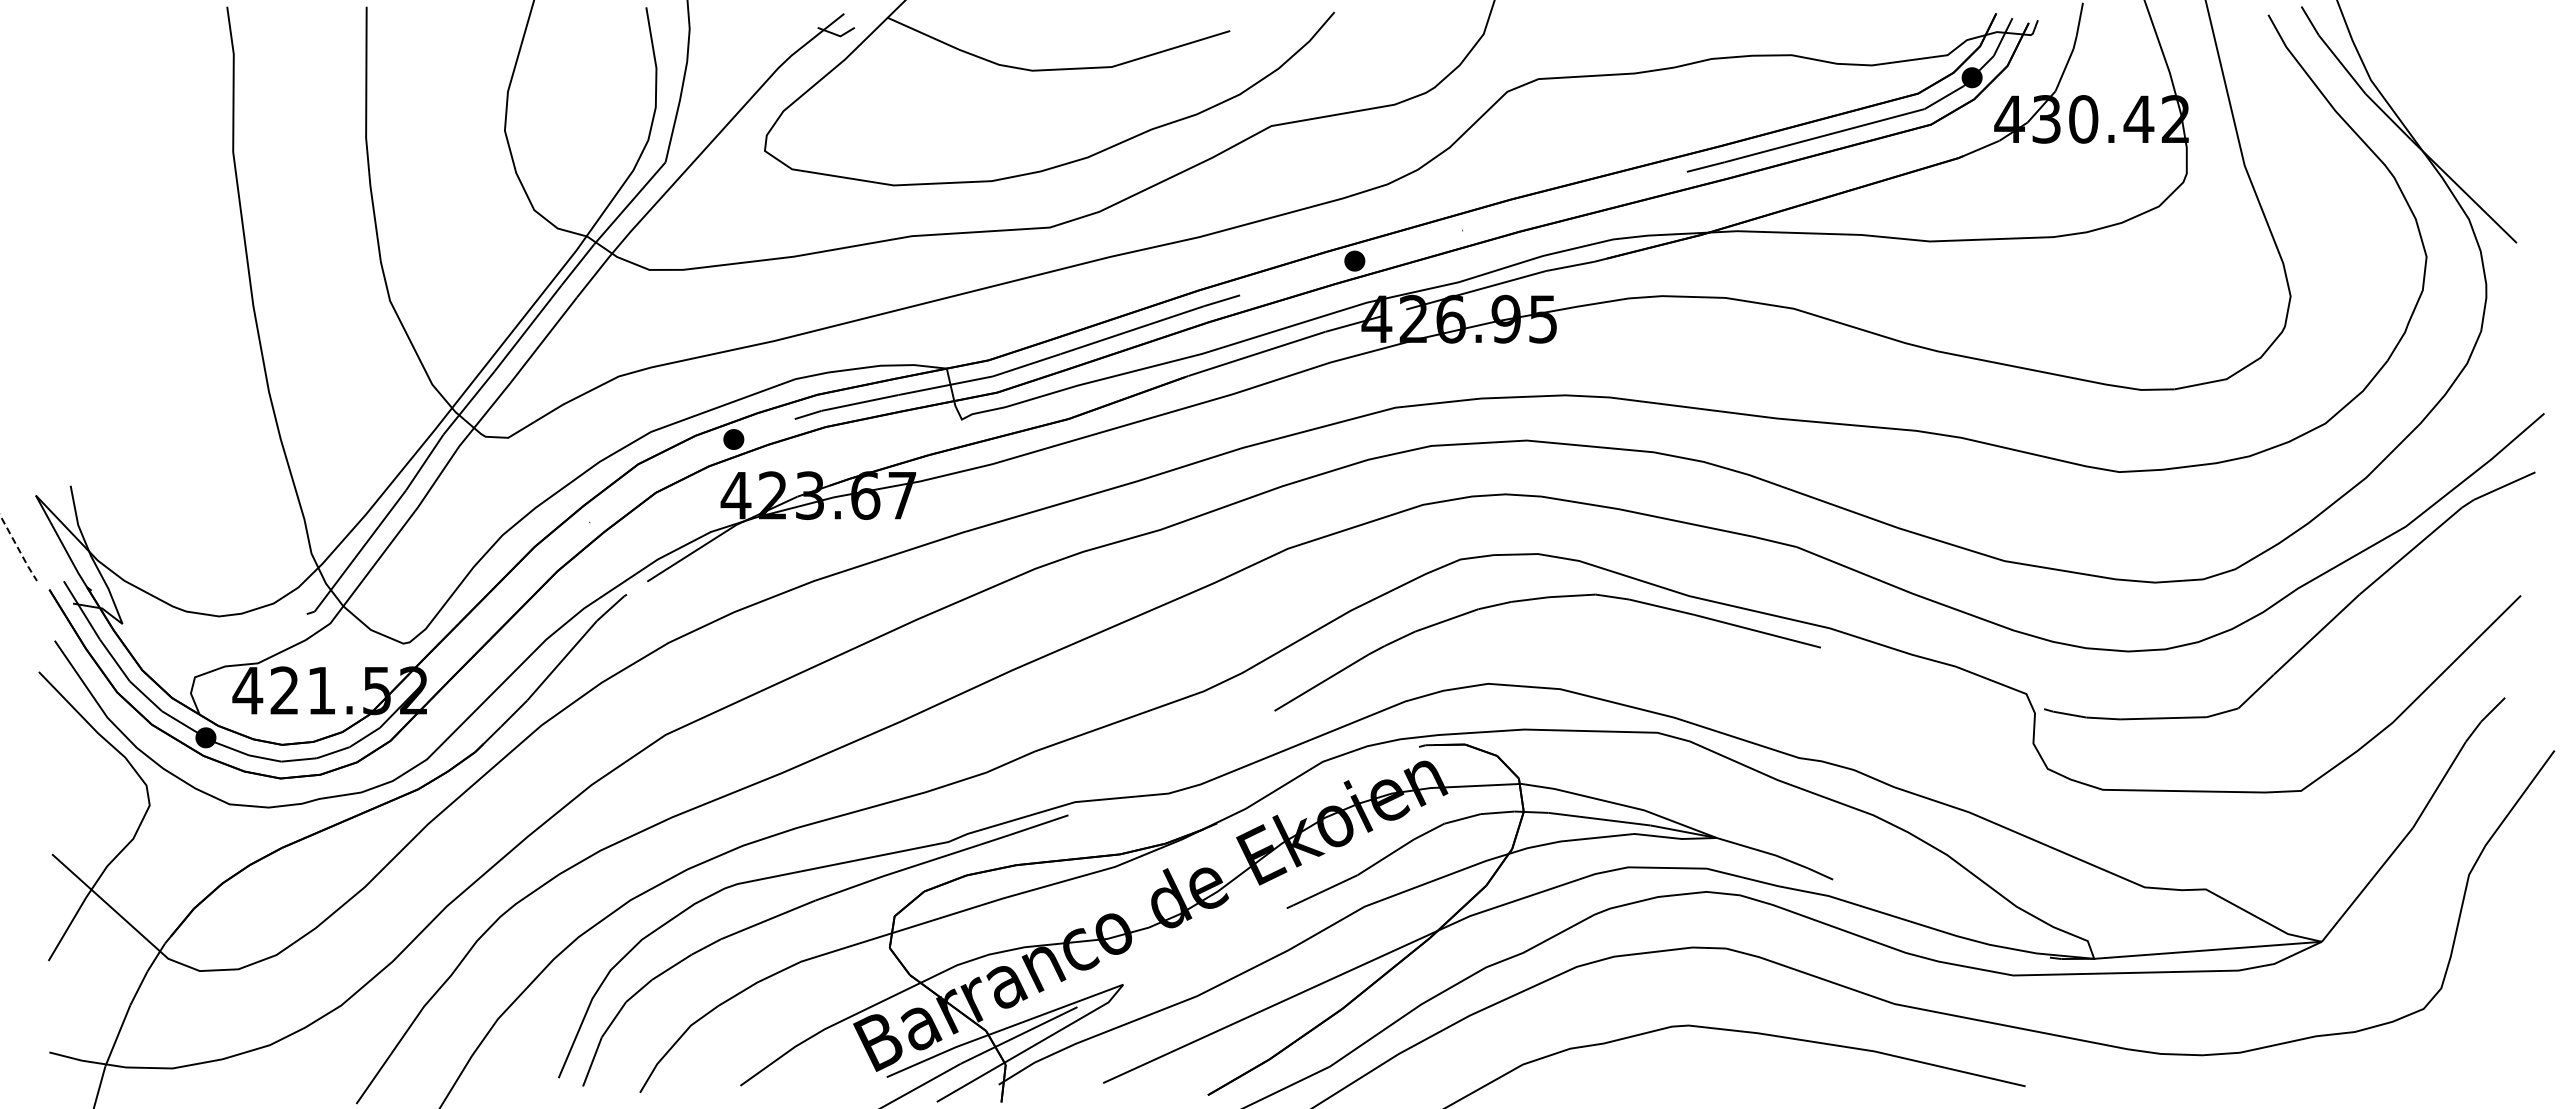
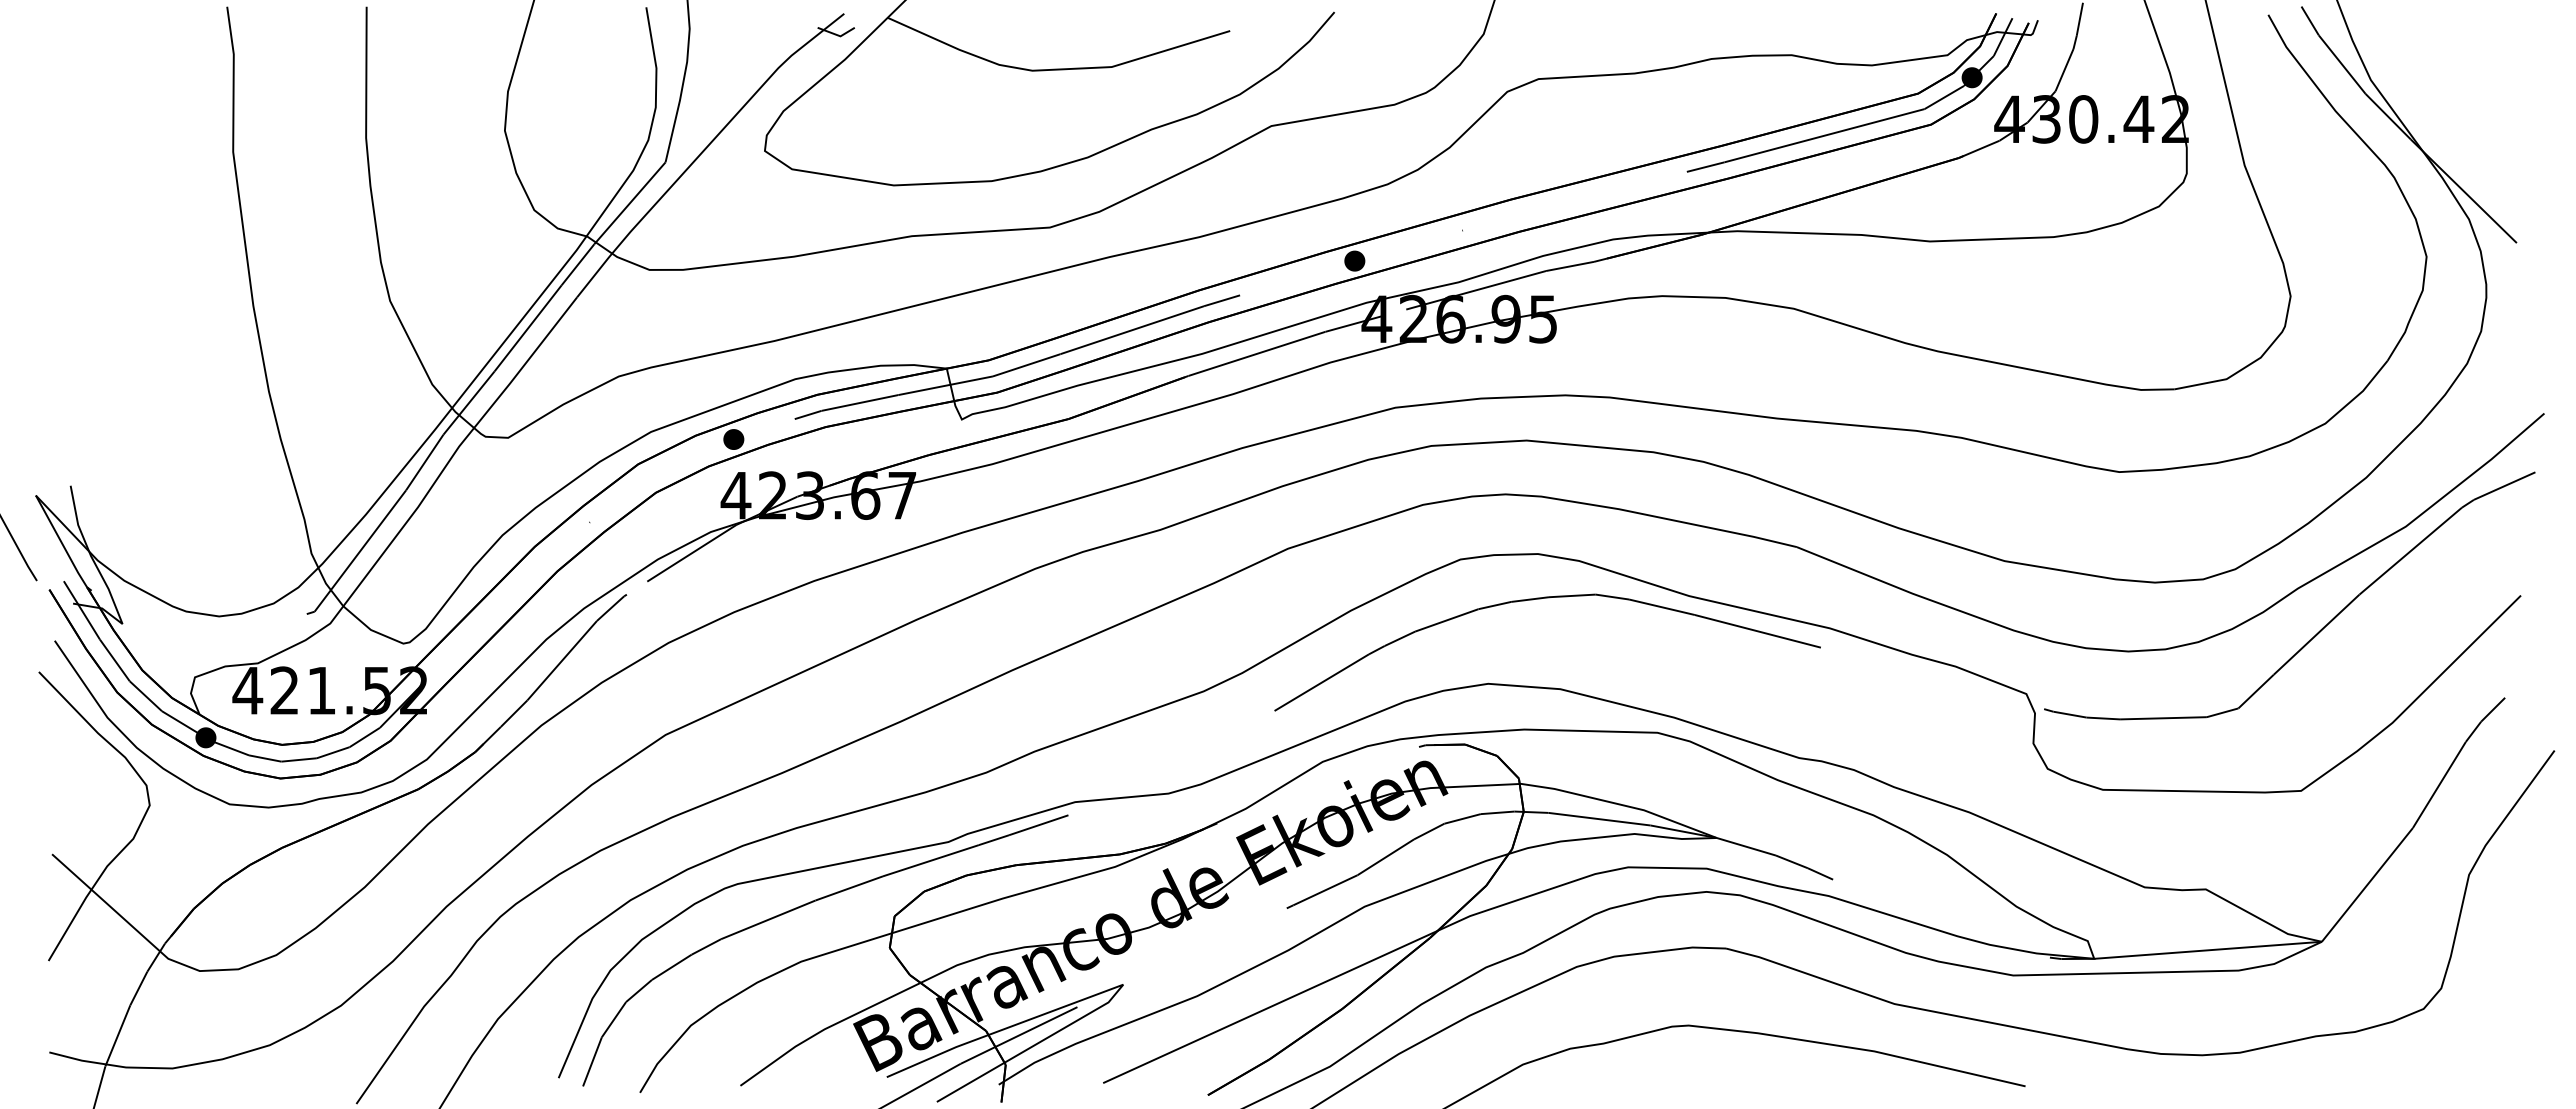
line at (18, 549): dashed -> solid
